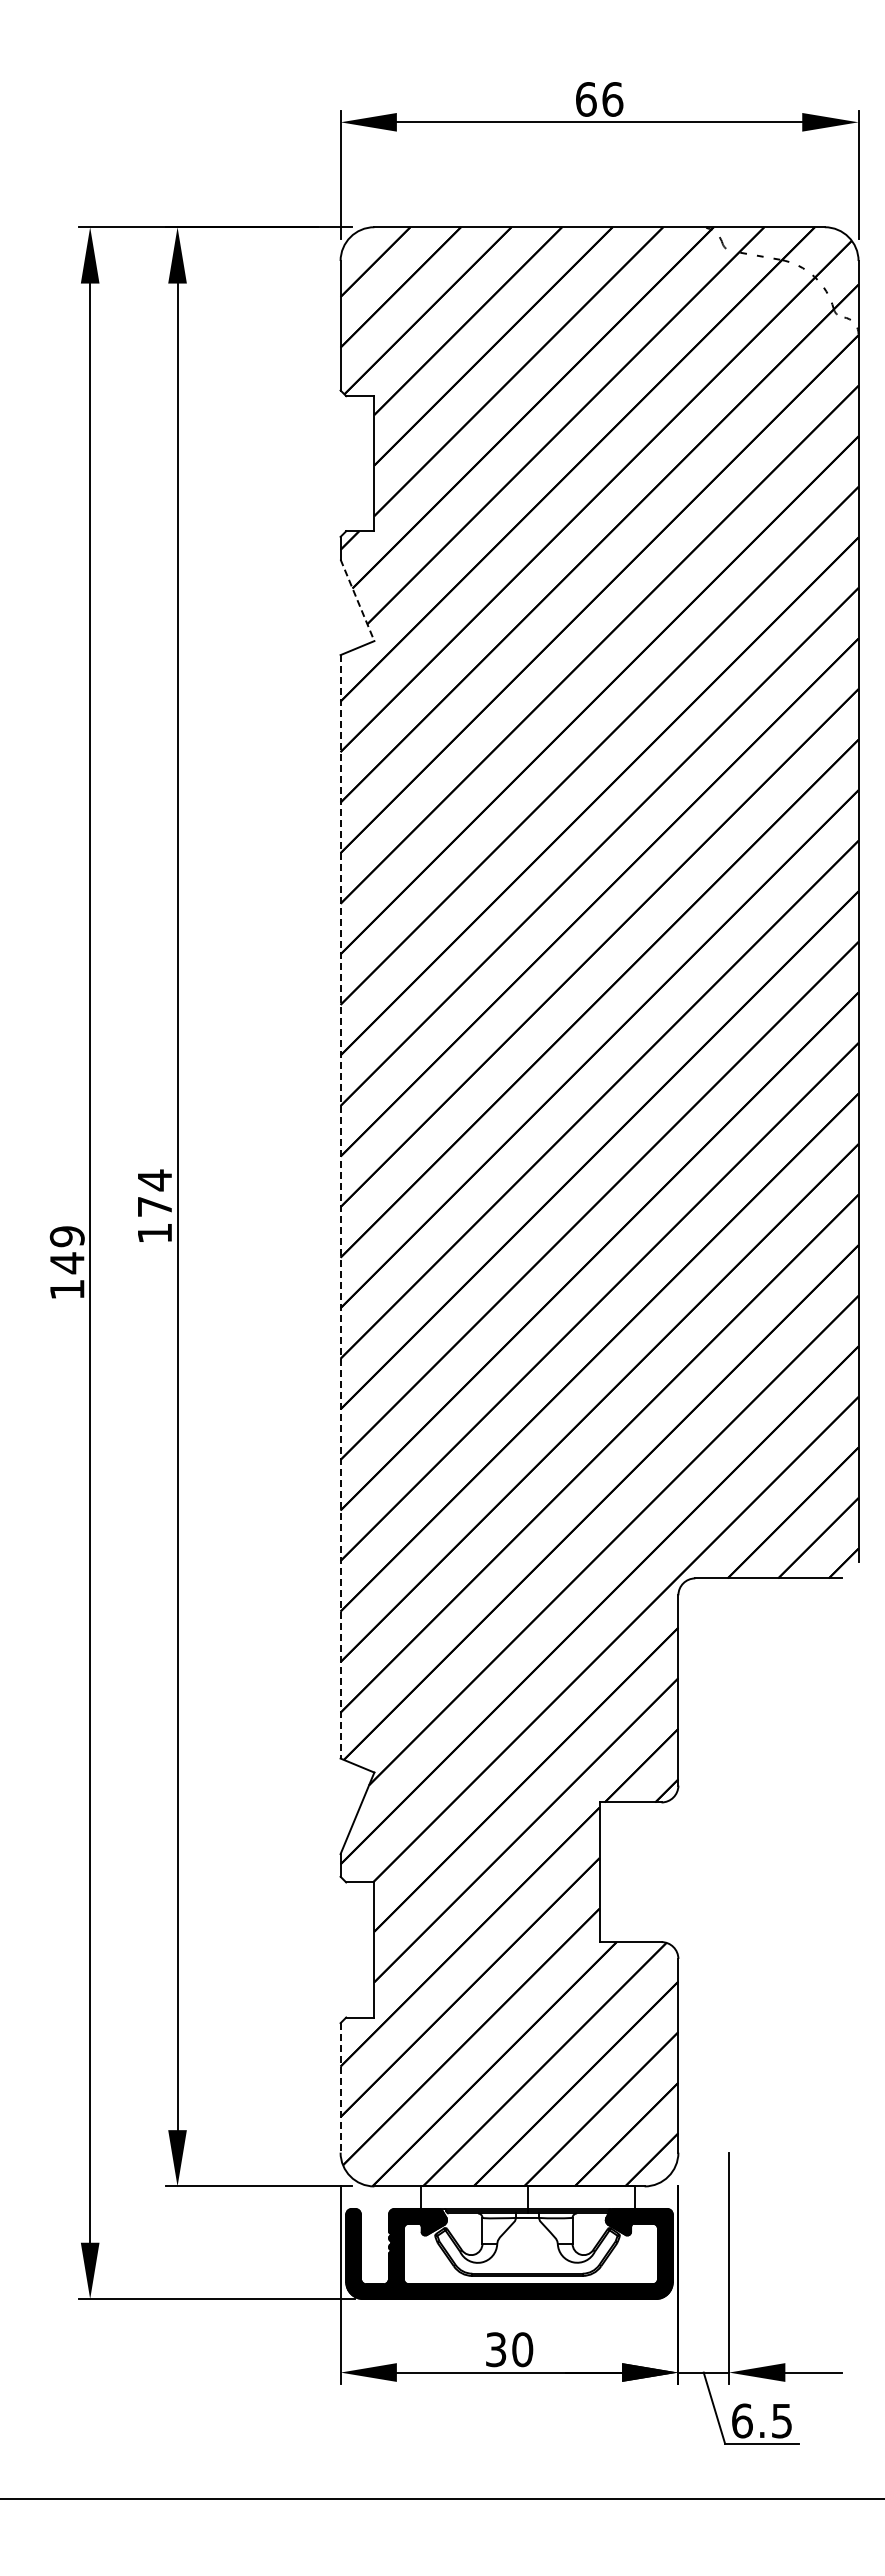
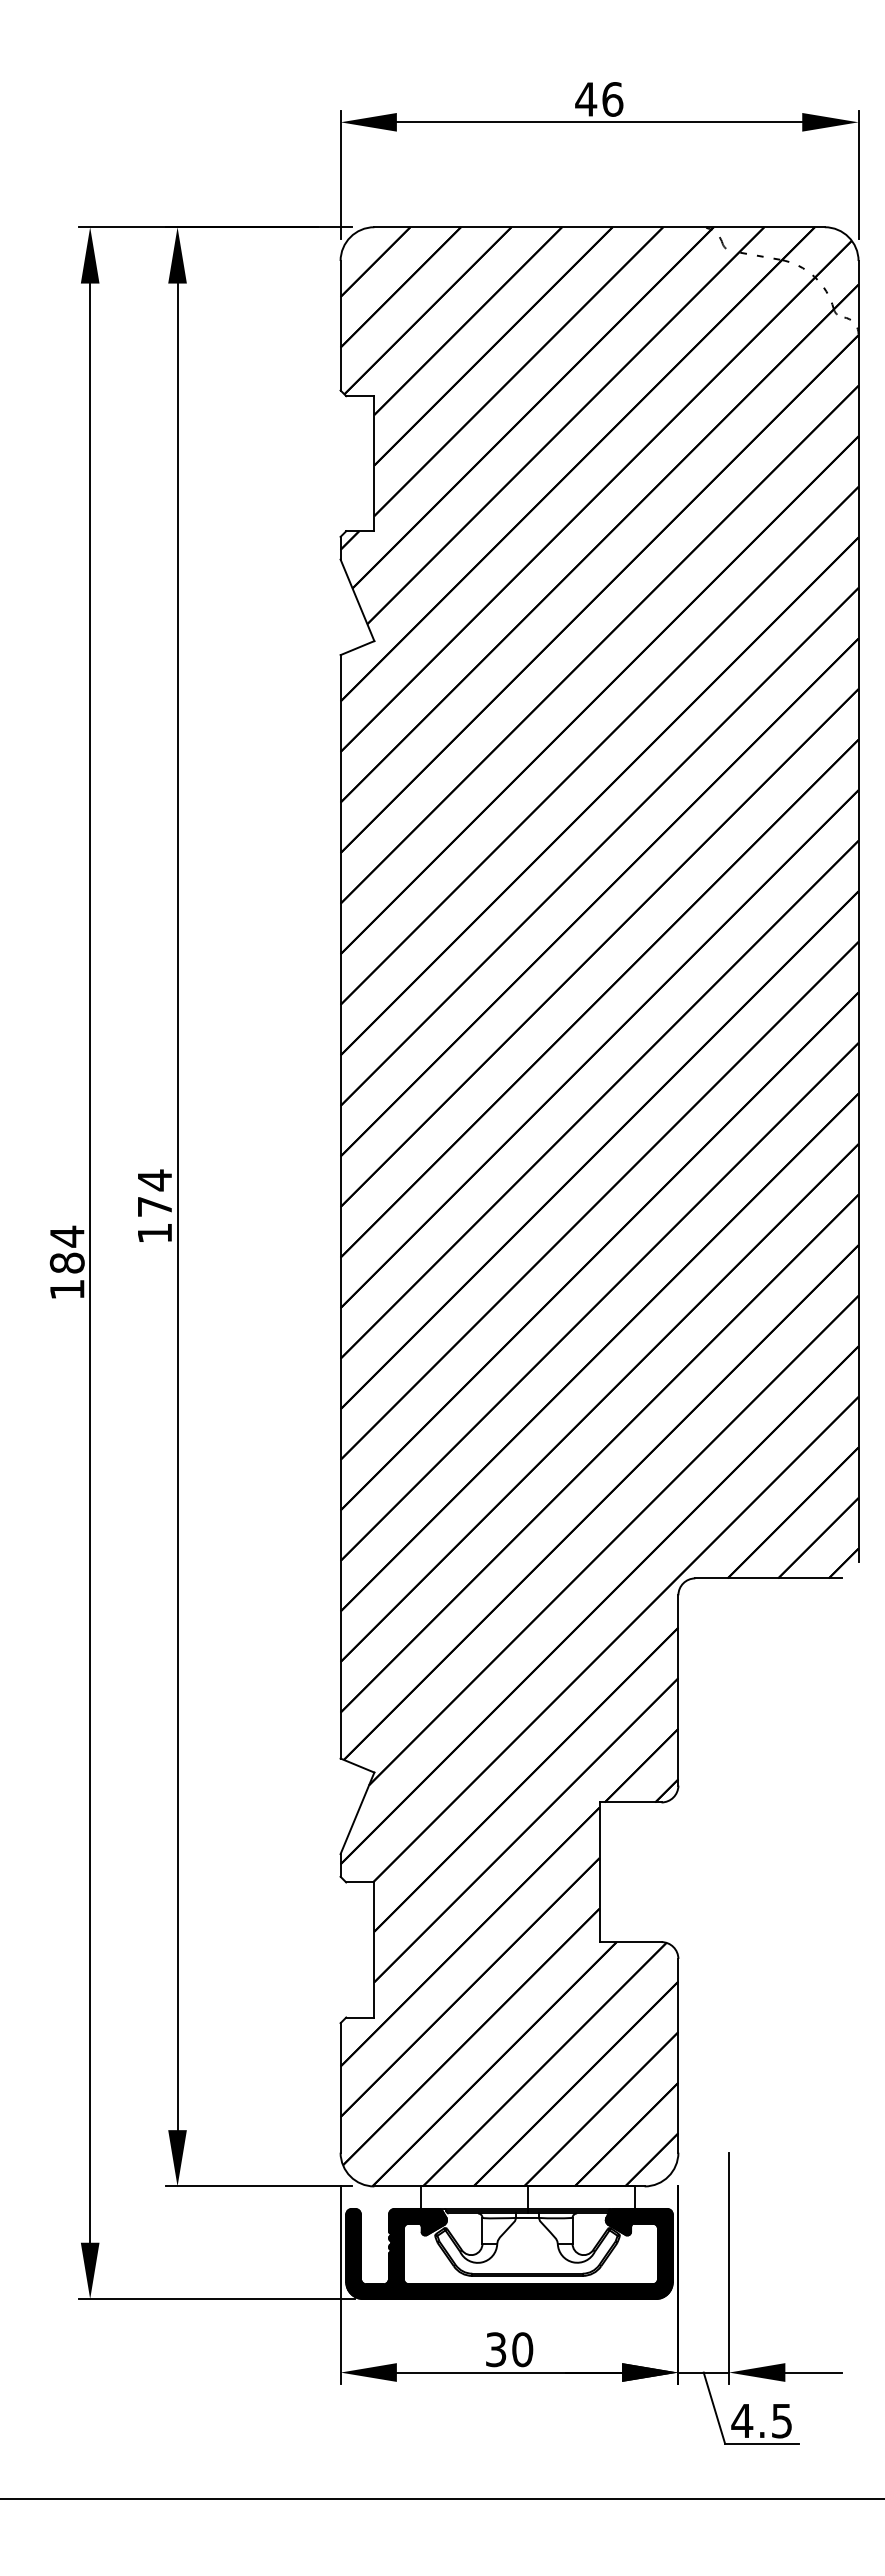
text at (586, 99): 66 -> 46
line at (357, 600): dashed -> solid
line at (340, 1206): dashed -> solid
text at (66, 1249): 149 -> 184
line at (340, 2087): dashed -> solid
text at (742, 2420): 6.5 -> 4.5
